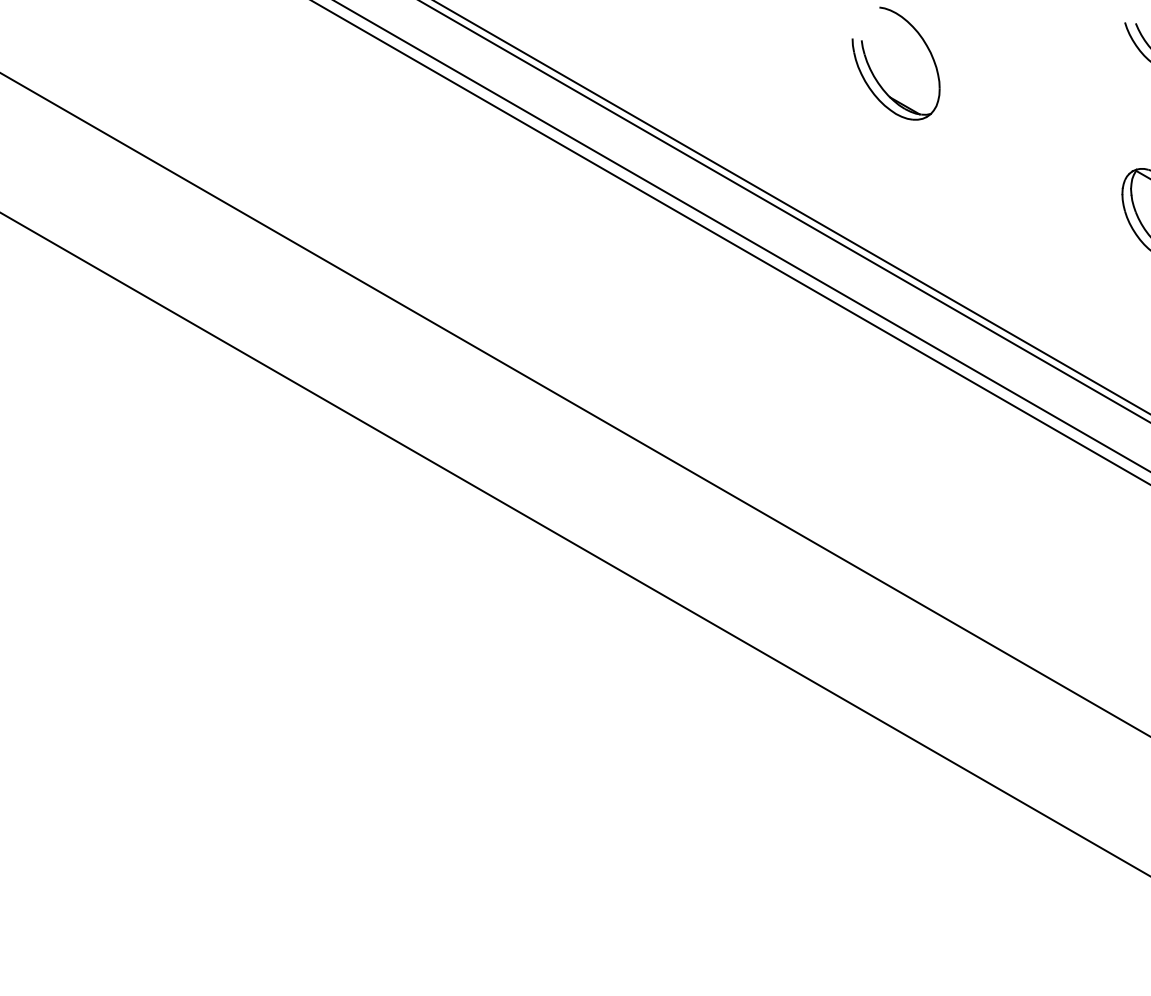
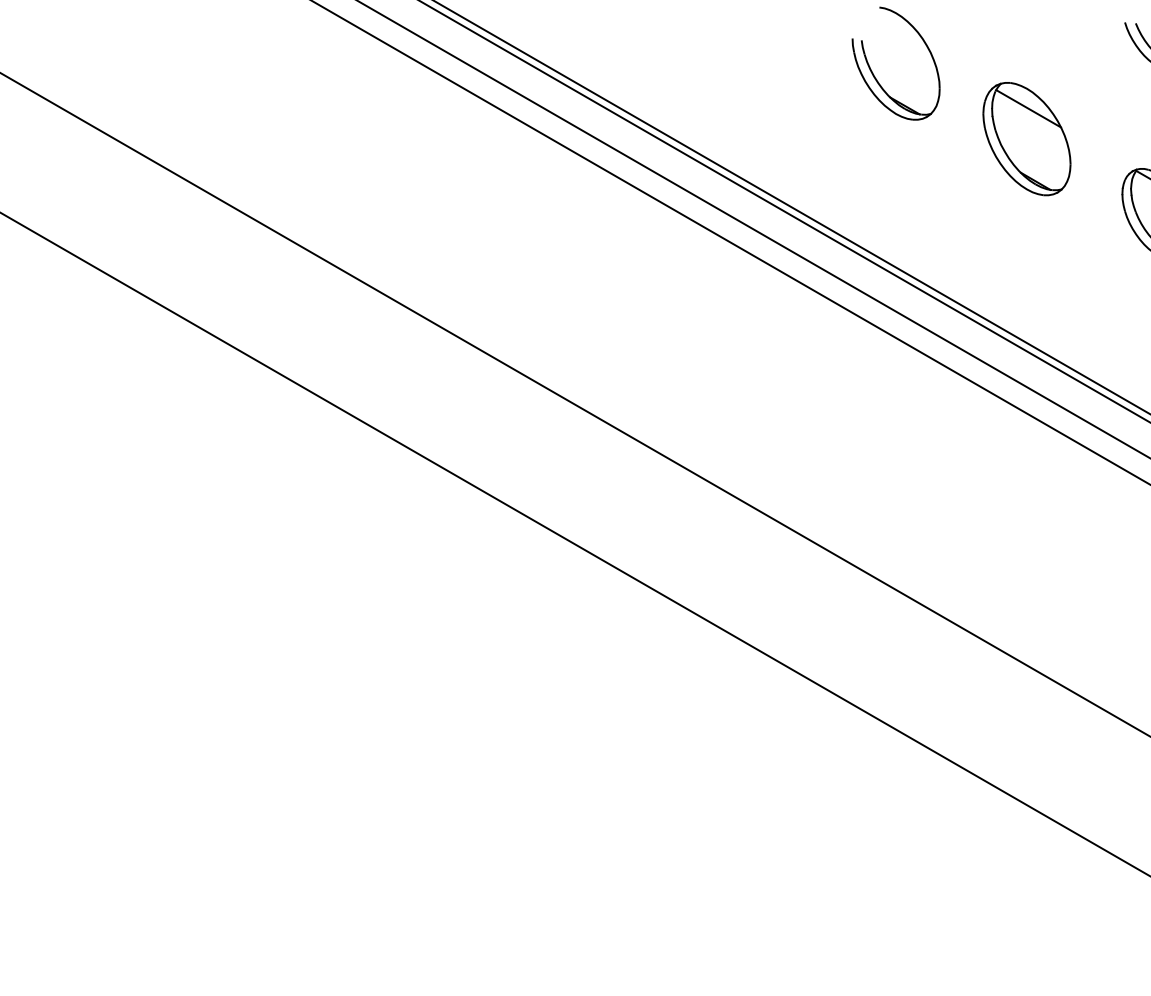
part at (1026, 139): none -> present
line at (741, 236) position: (741, 236) -> (753, 229)
